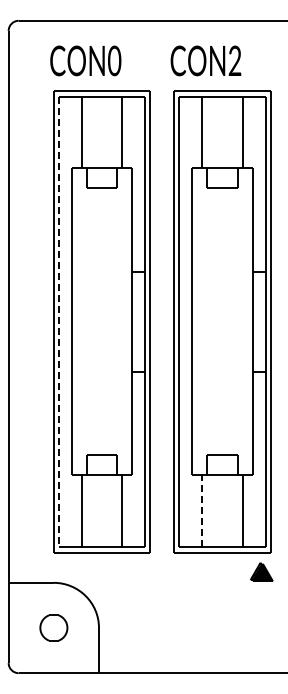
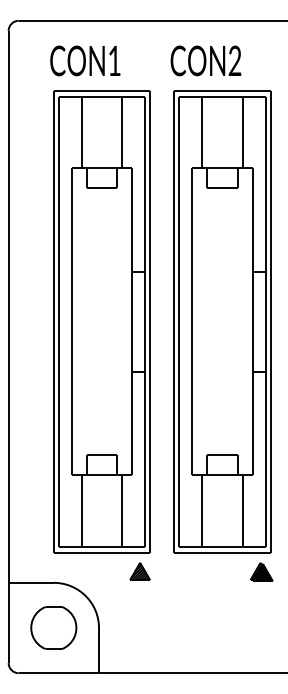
text at (114, 60): CON0 -> CON1
line at (58, 322): dashed -> solid
line at (202, 511): dashed -> solid
part at (139, 571): none -> present
part at (53, 627) size: 30x28 px -> 48x44 px
